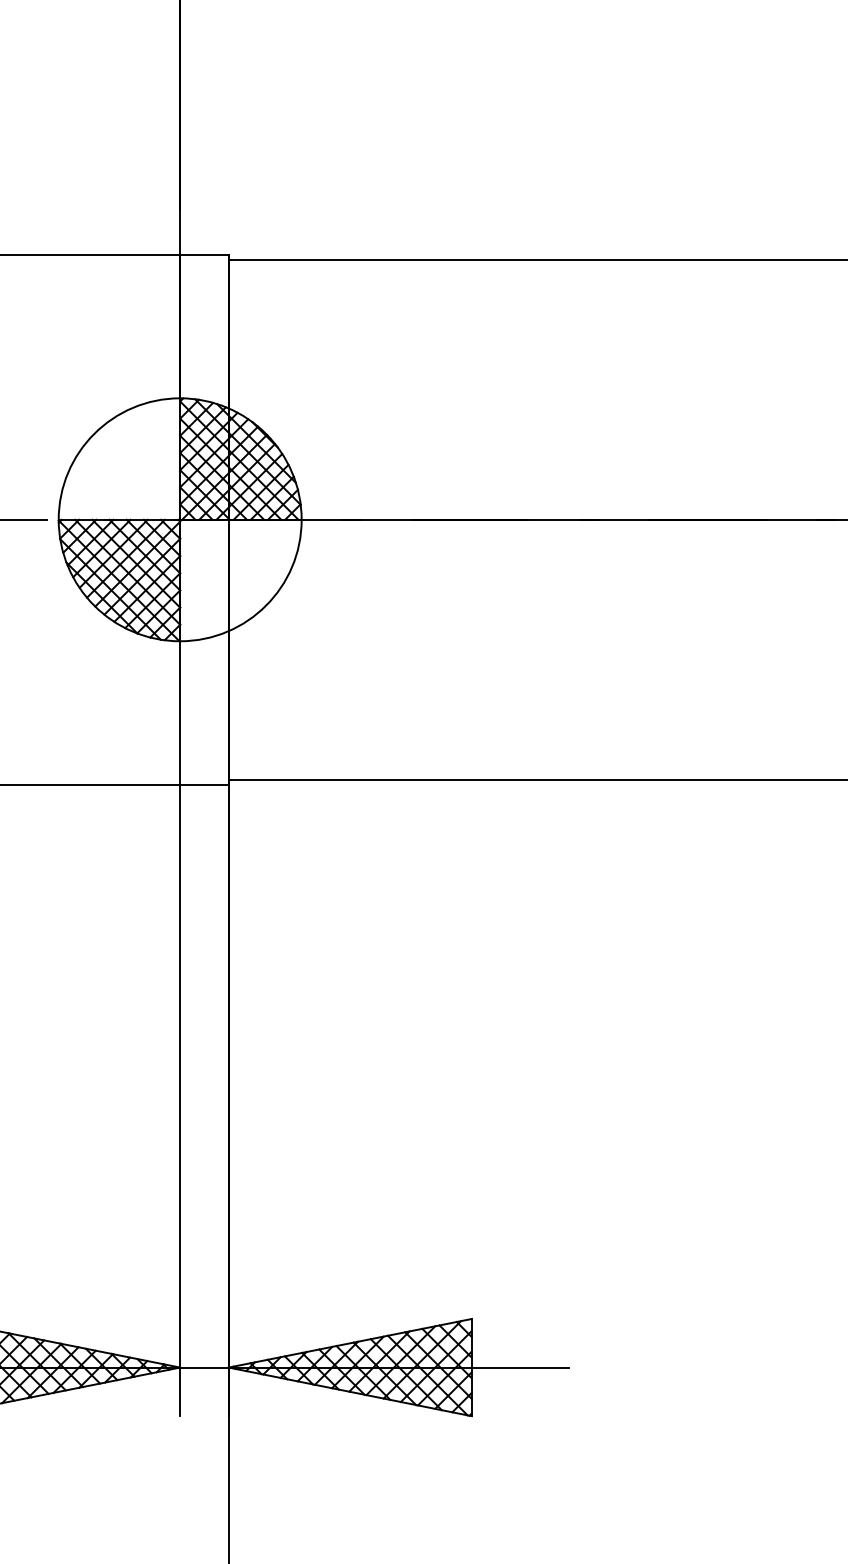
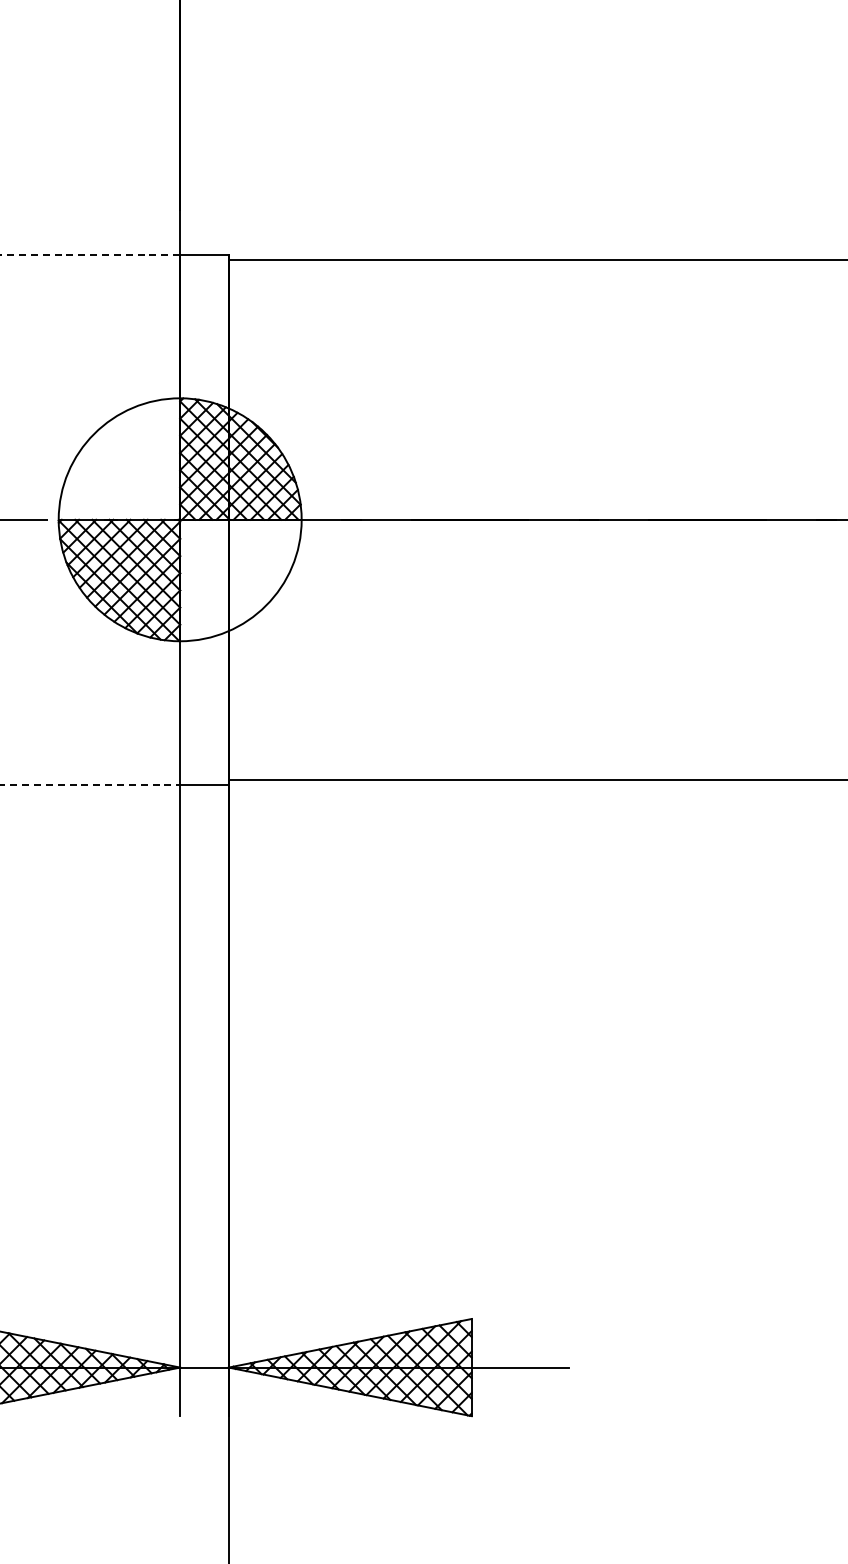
line at (90, 255): solid -> dashed
line at (90, 784): solid -> dashed
